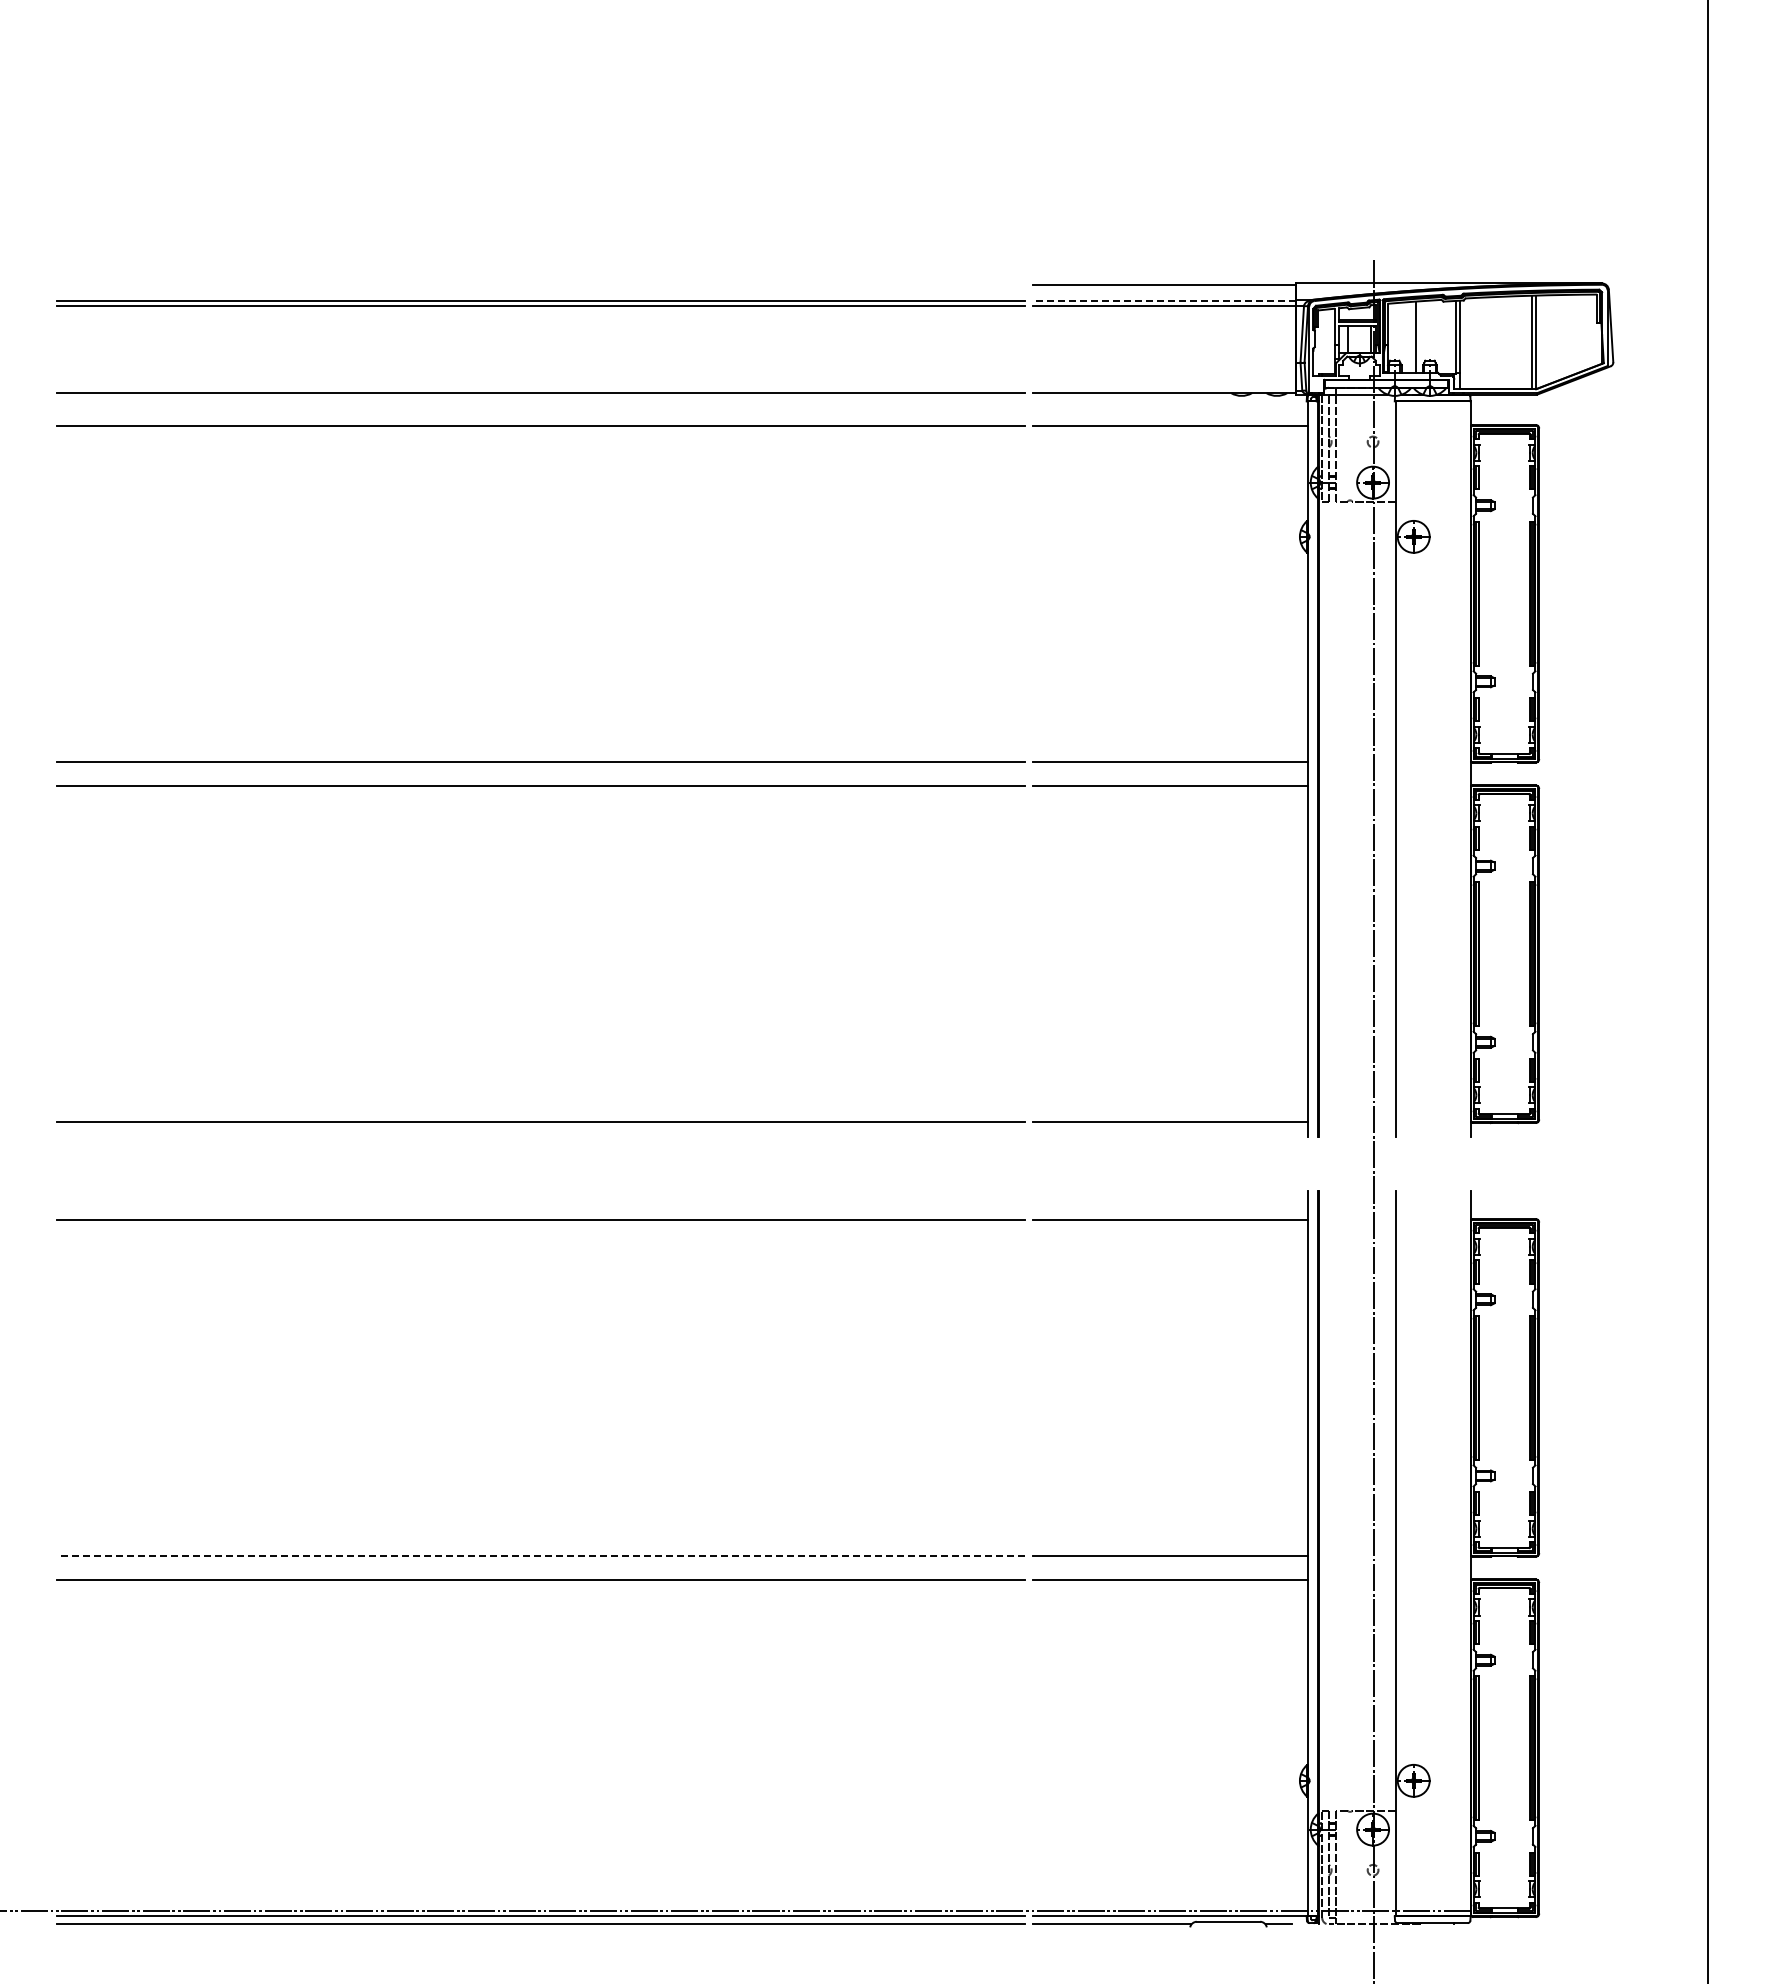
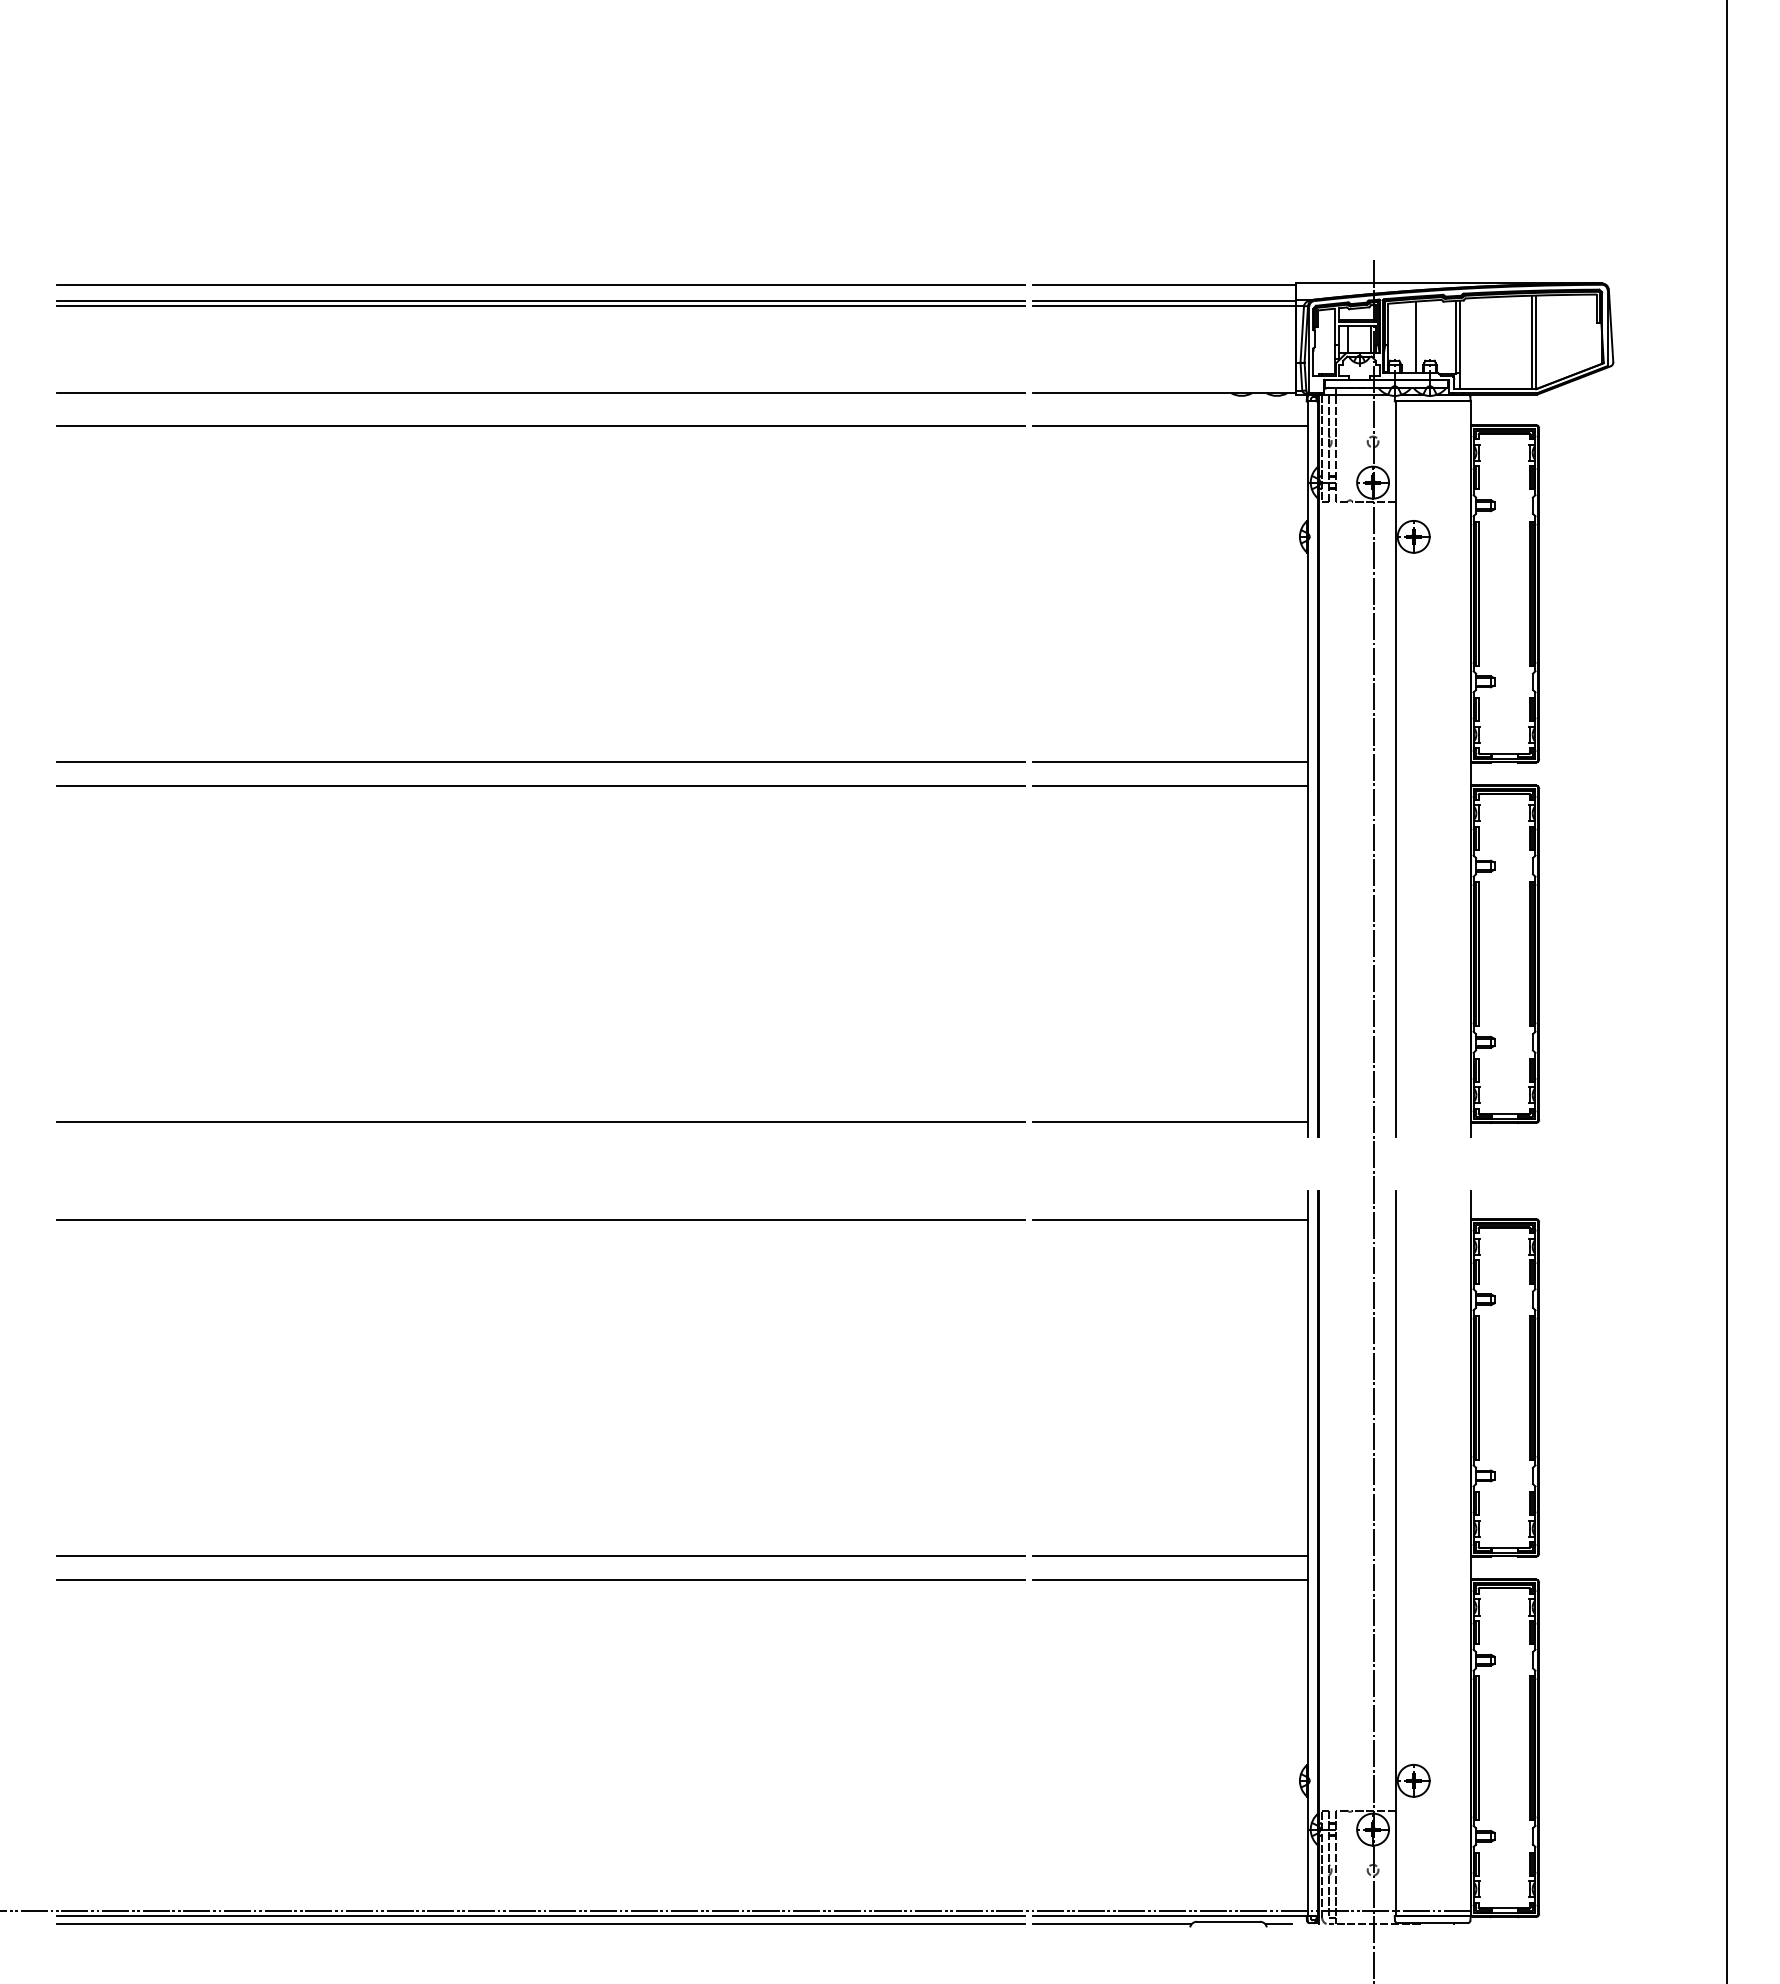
line at (540, 284): none -> present
line at (1163, 301): dashed -> solid
line at (1707, 991) position: (1707, 991) -> (1726, 991)
line at (541, 1555): dashed -> solid
